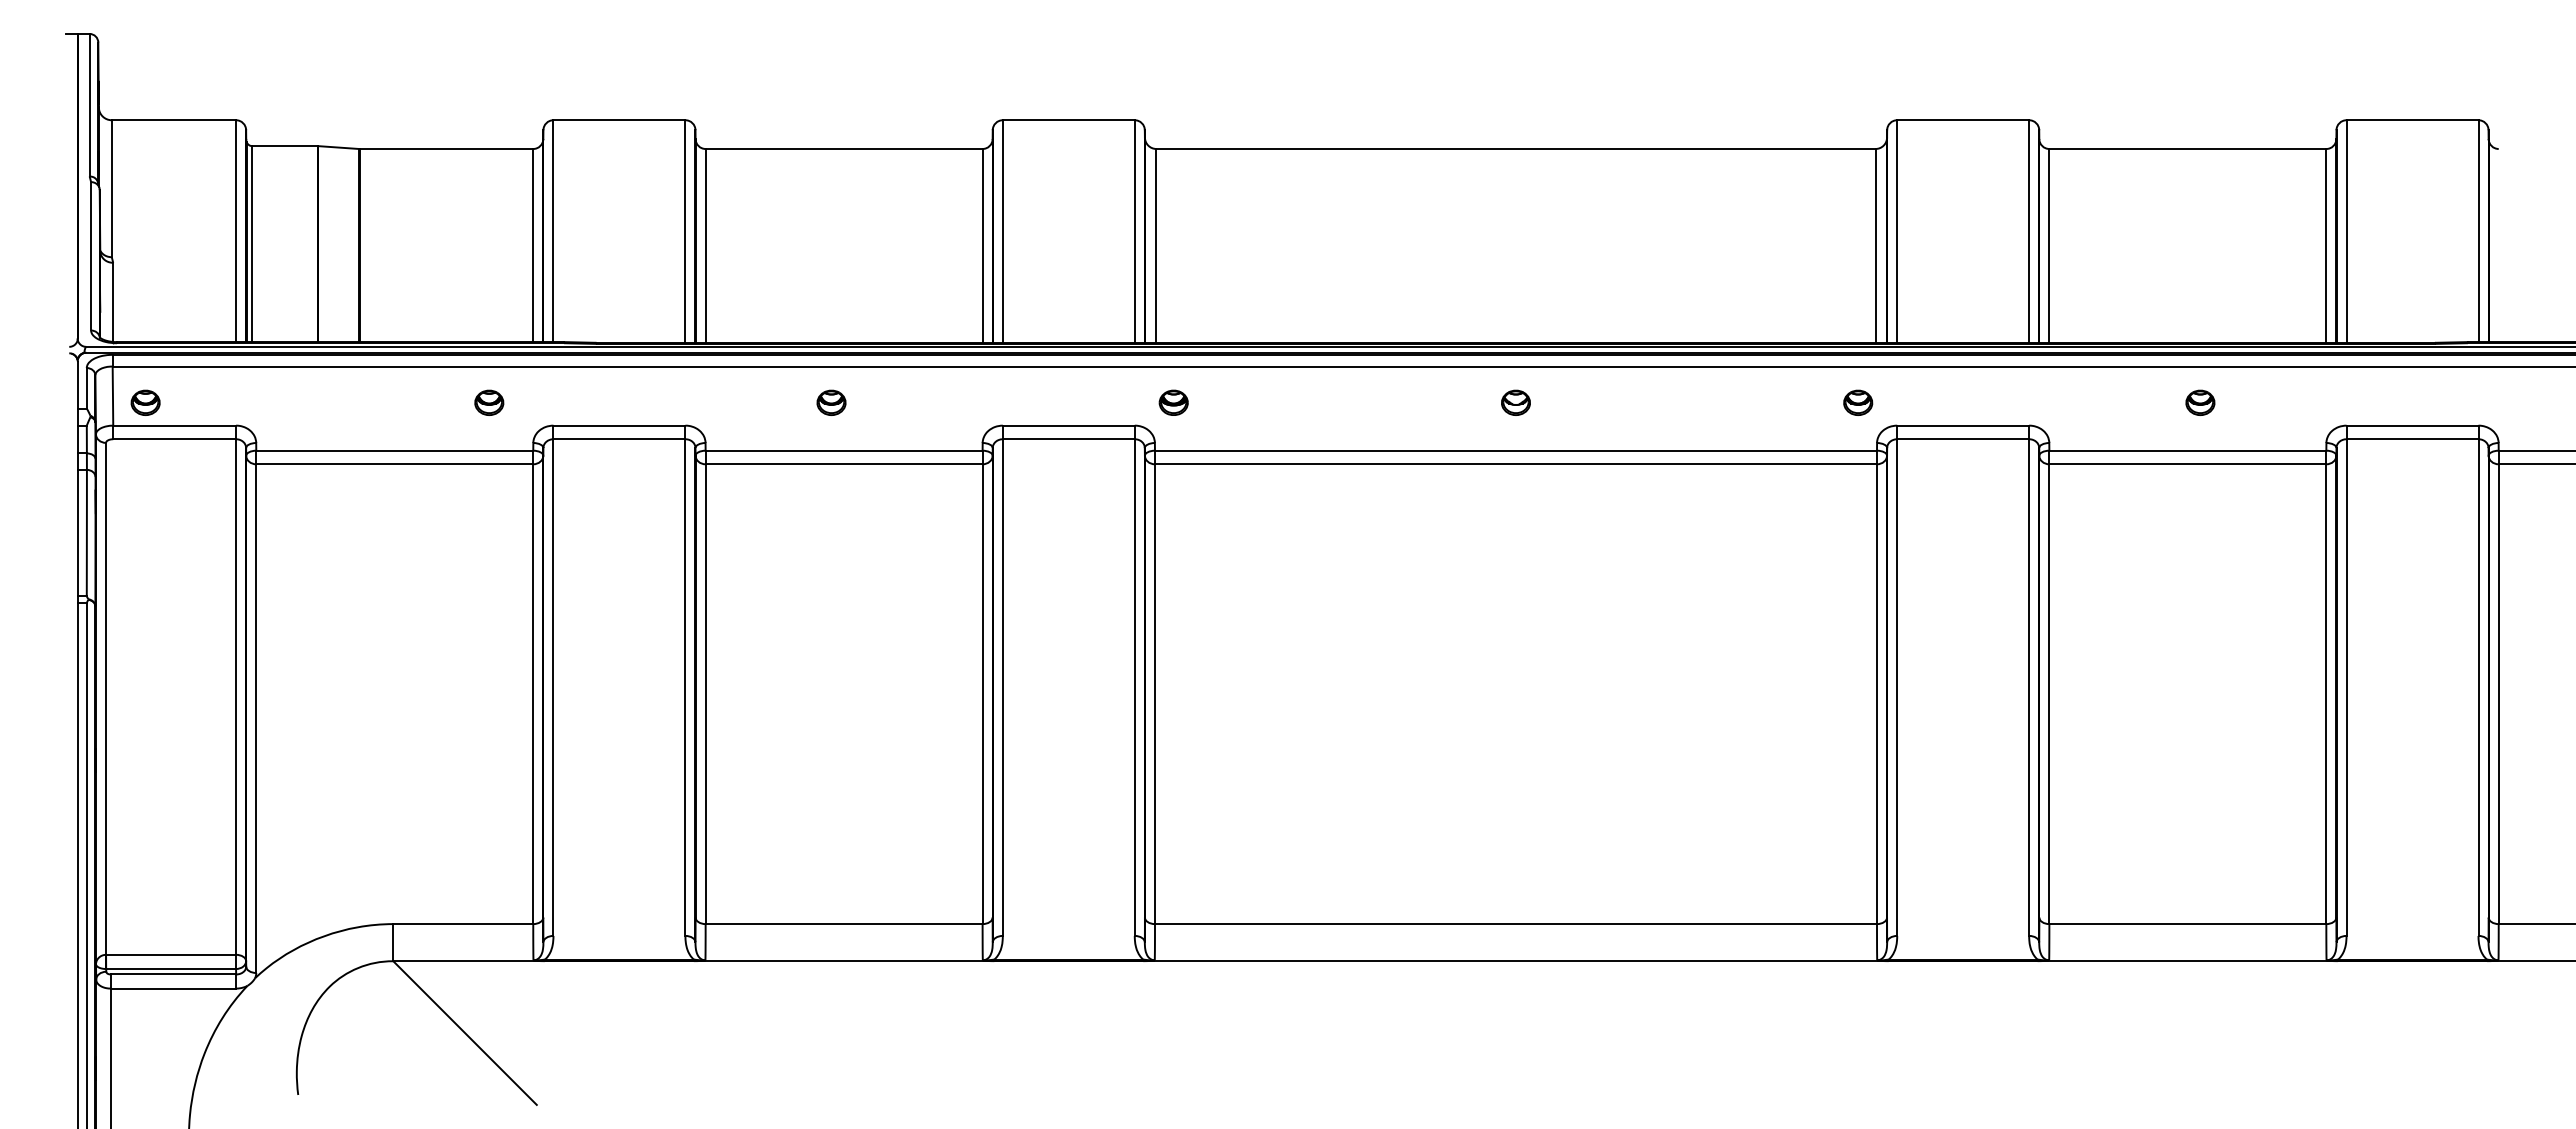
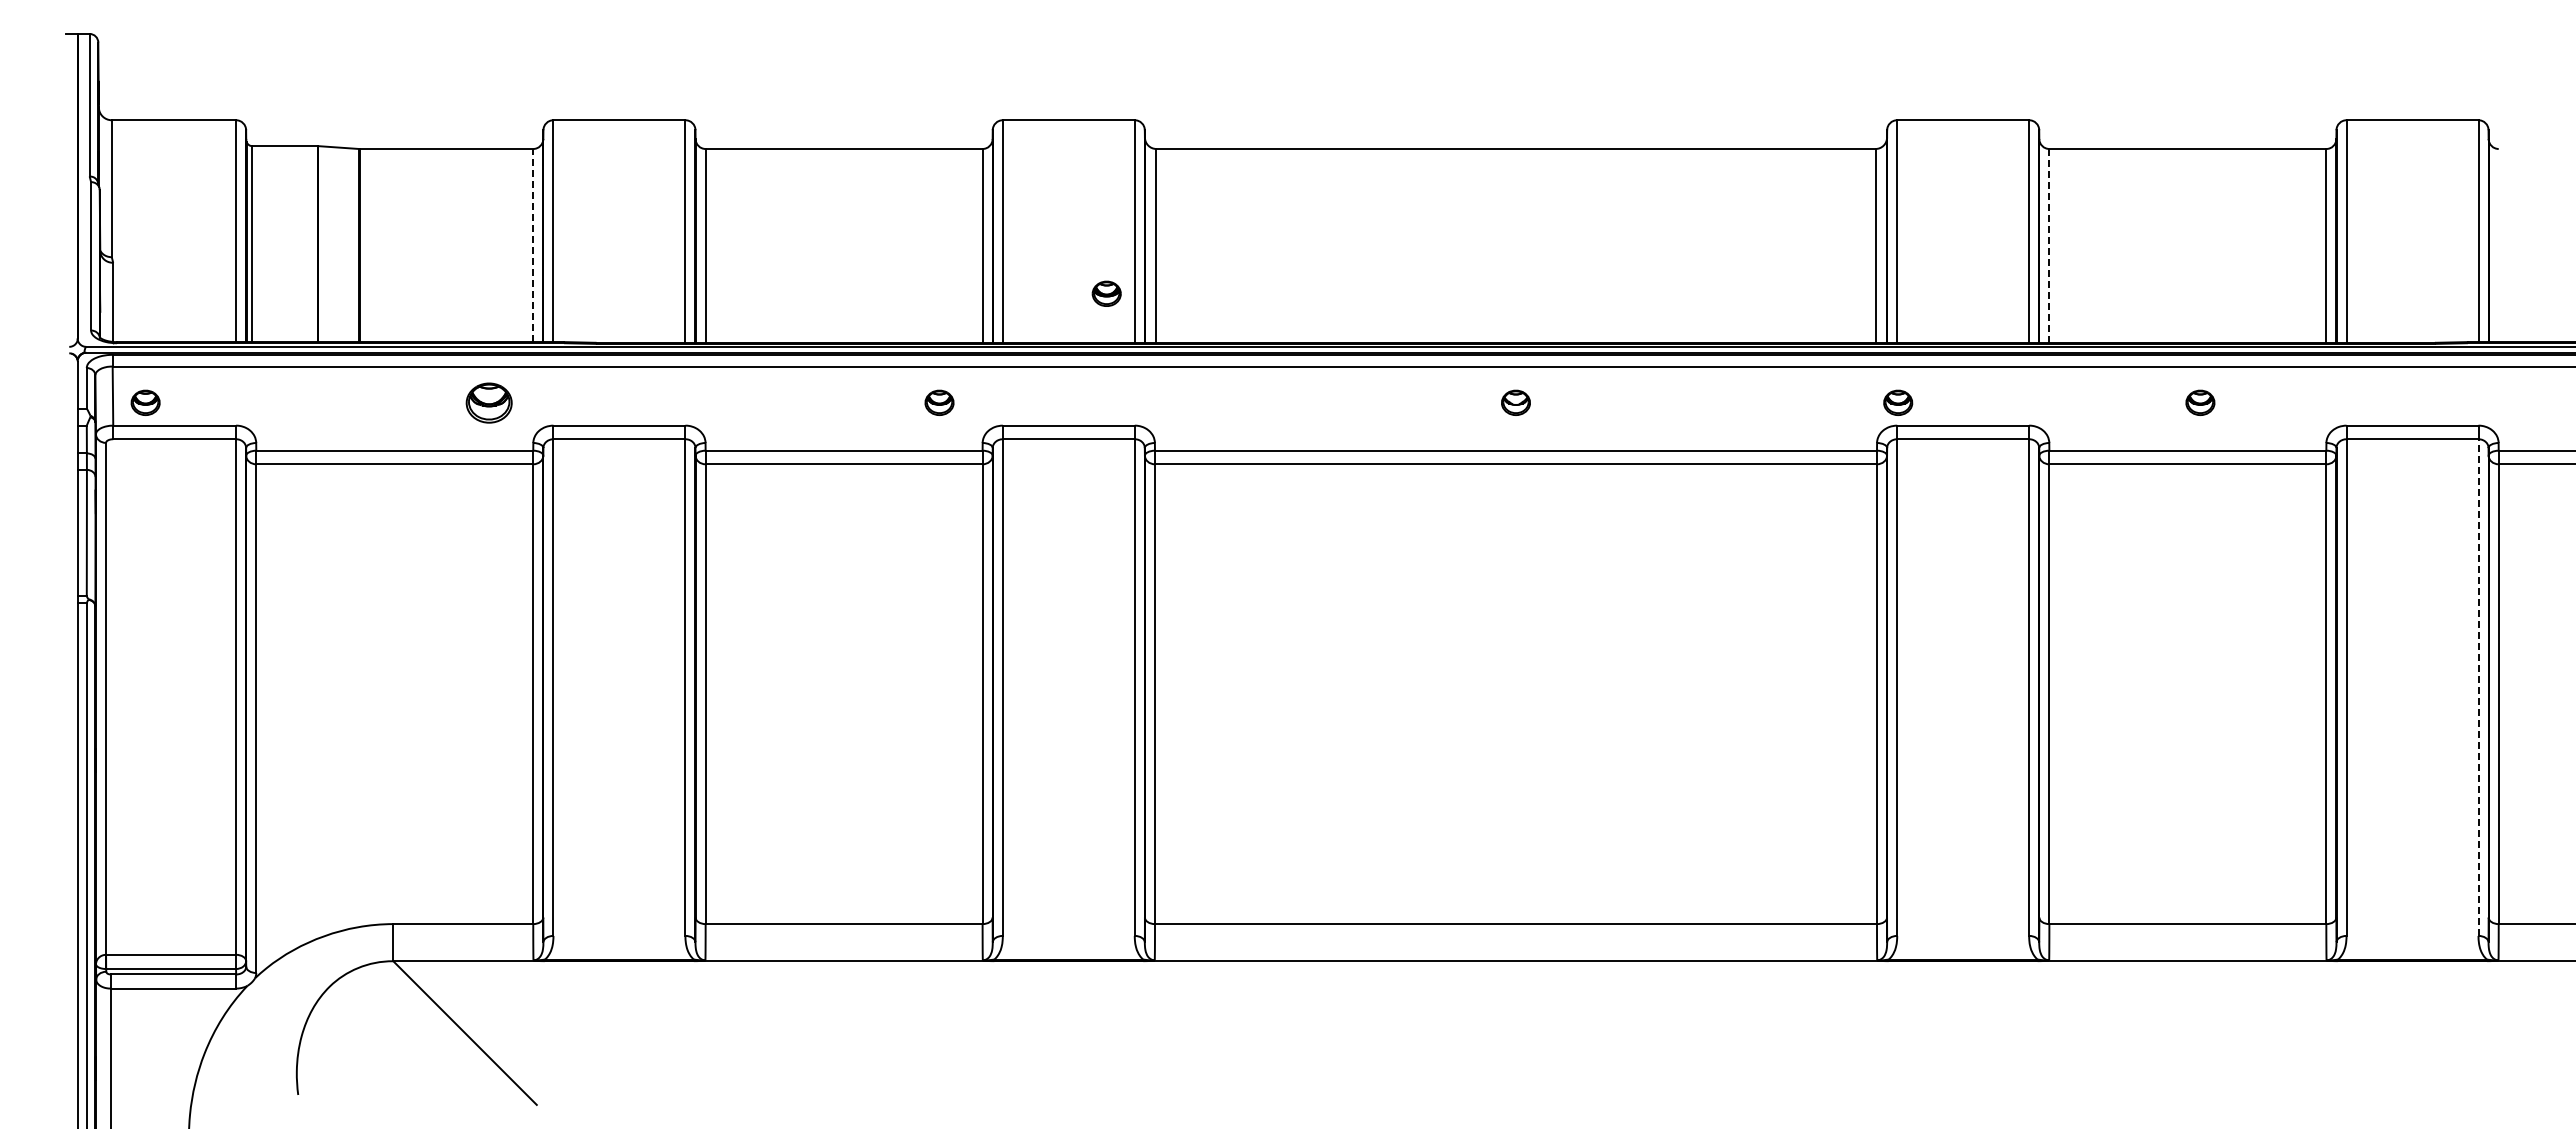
line at (533, 245): solid -> dashed
line at (2049, 245): solid -> dashed
part at (489, 402) size: 31x27 px -> 48x42 px
part at (831, 402) position: (831, 402) -> (939, 402)
part at (1173, 402) position: (1173, 402) -> (1106, 293)
part at (1858, 402) position: (1858, 402) -> (1898, 402)
line at (2478, 687): solid -> dashed
